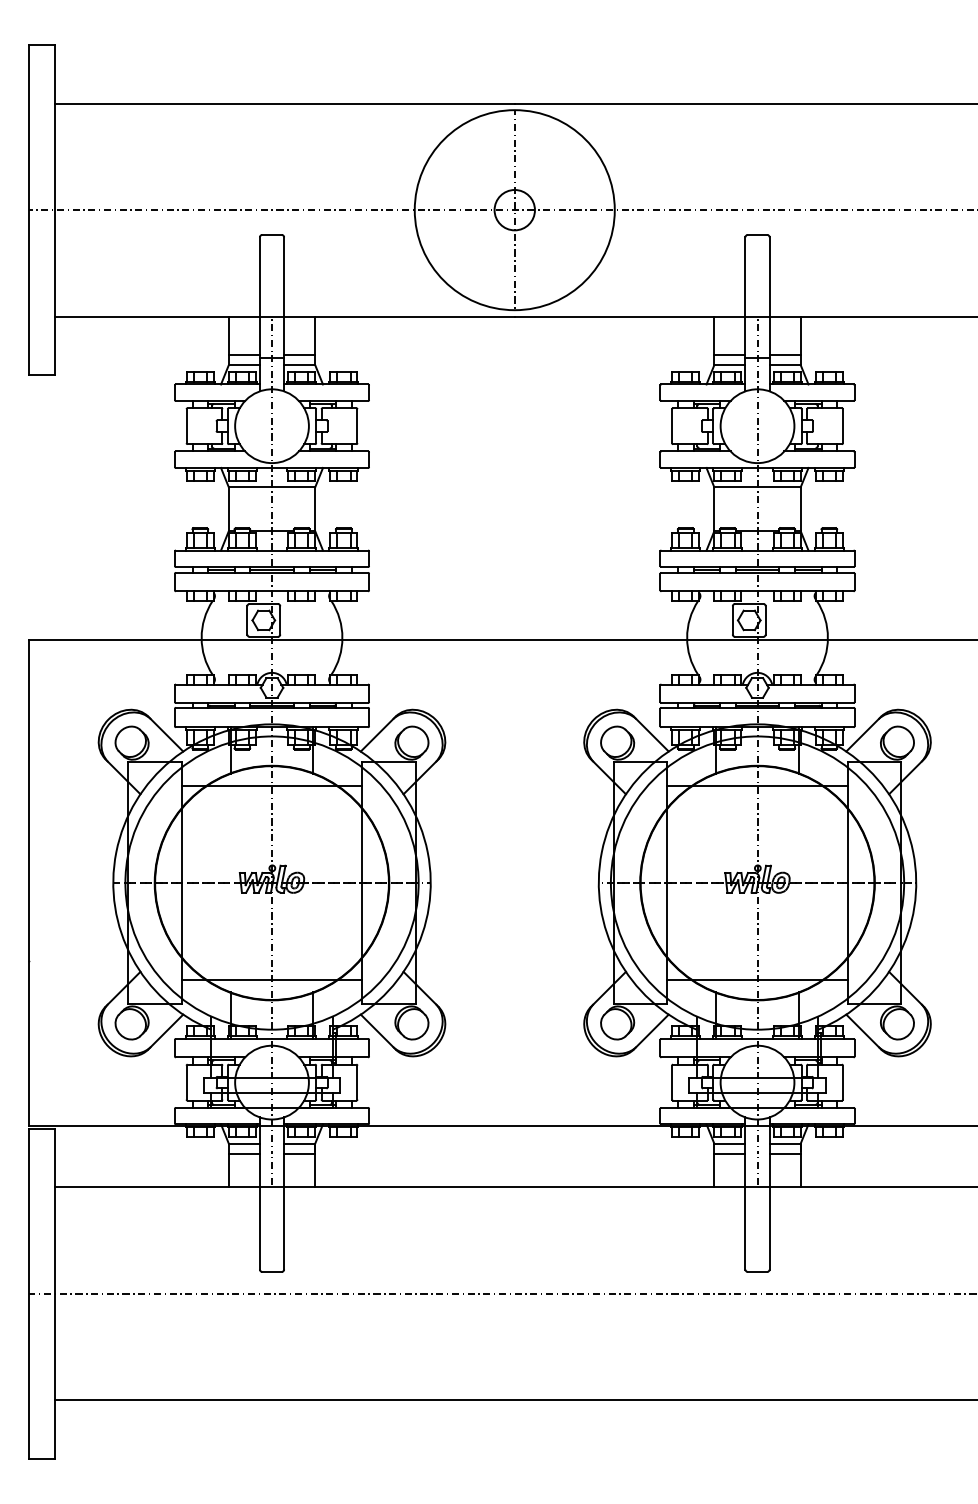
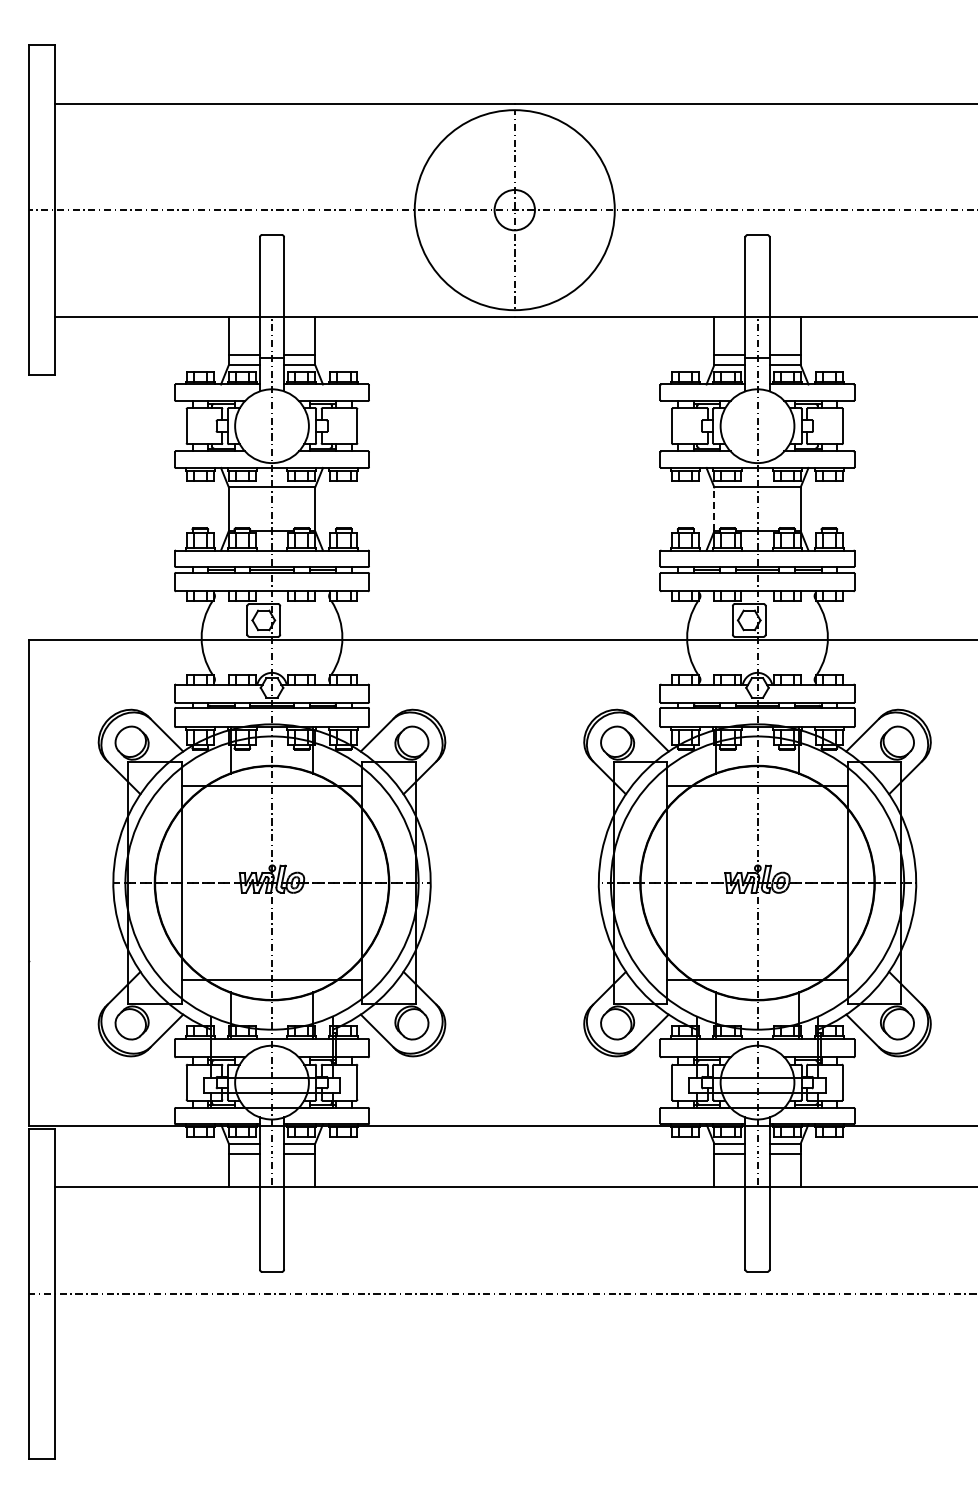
line at (714, 509): solid -> dashed
line at (514, 1400): present -> none
